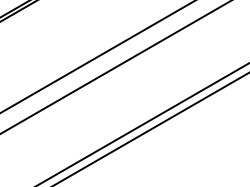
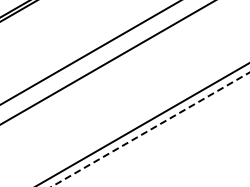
line at (97, 56) position: (97, 56) -> (90, 52)
line at (115, 67) position: (115, 67) -> (107, 62)
line at (150, 129): solid -> dashed
